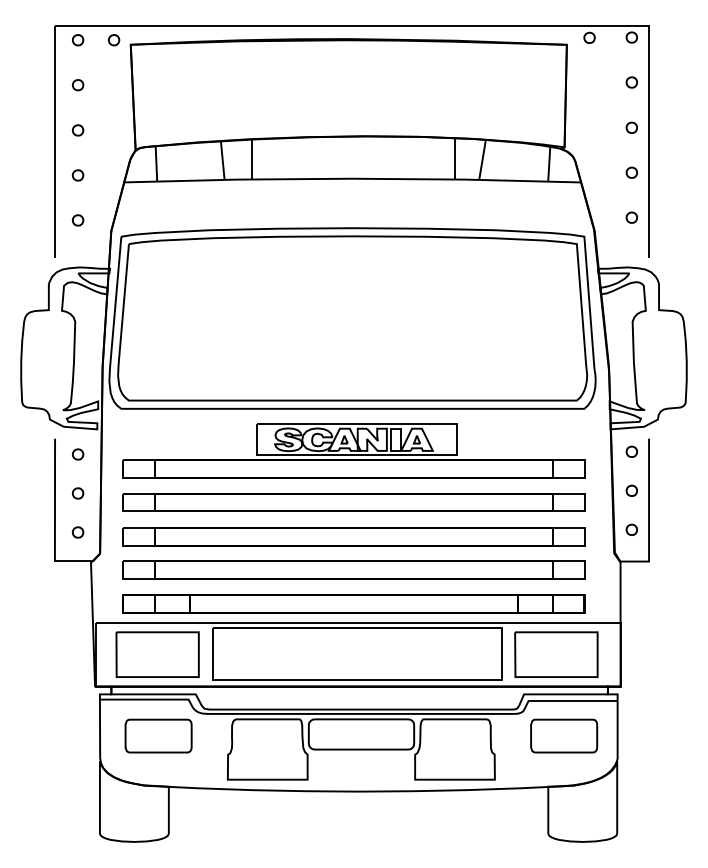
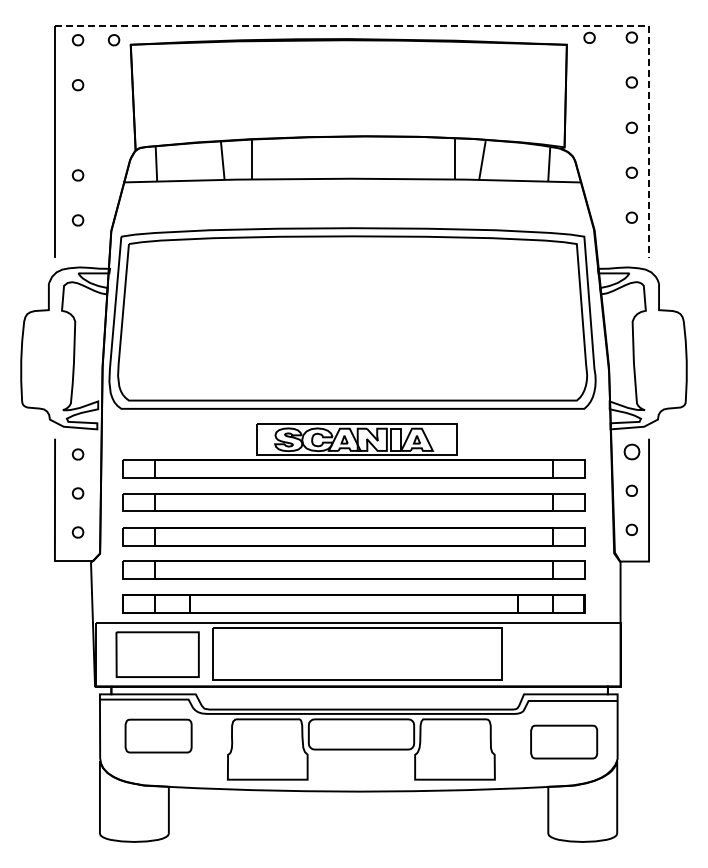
line at (469, 26): solid -> dashed
part at (77, 130): present -> none
part at (631, 451) size: 13x13 px -> 18x18 px
part at (556, 654): present -> none
part at (564, 735) position: (564, 735) -> (564, 741)
